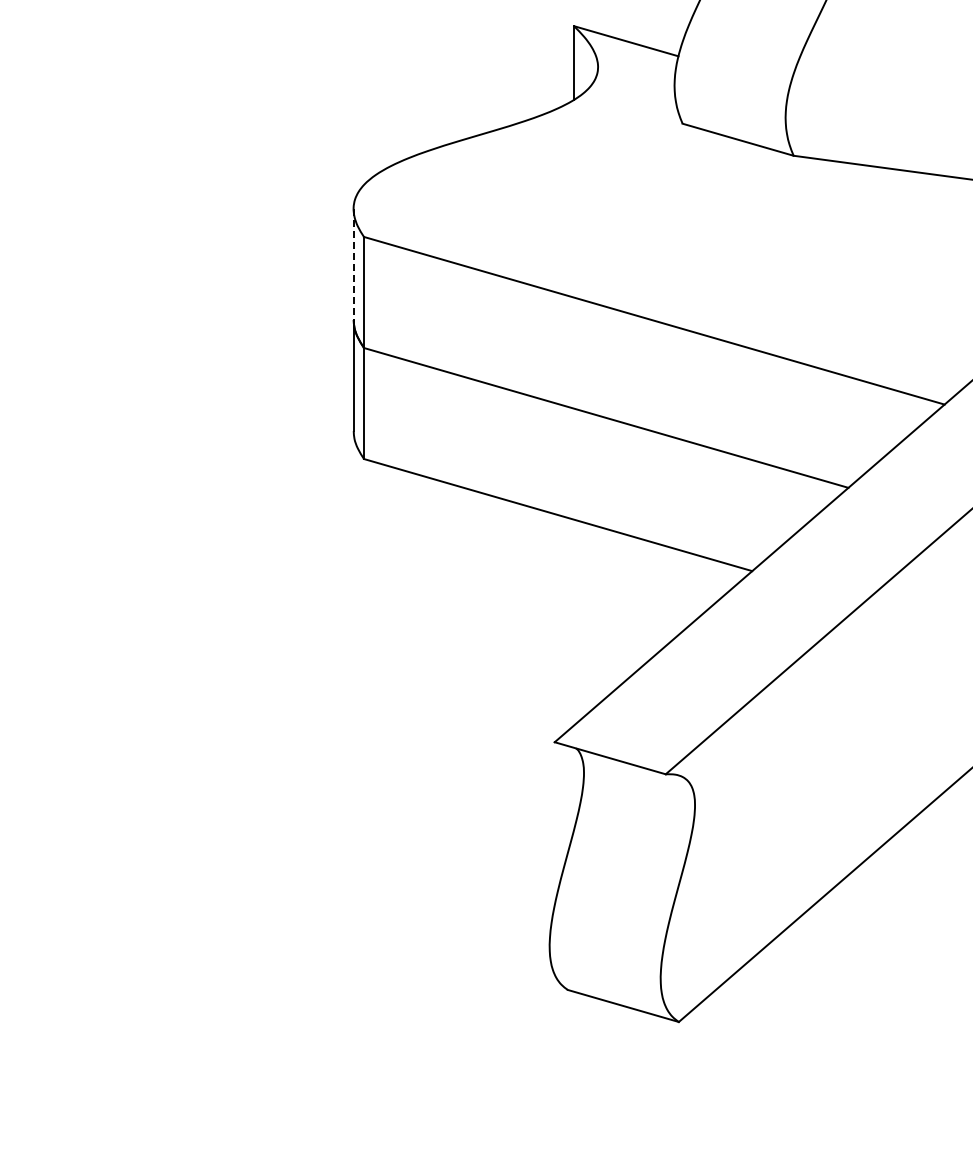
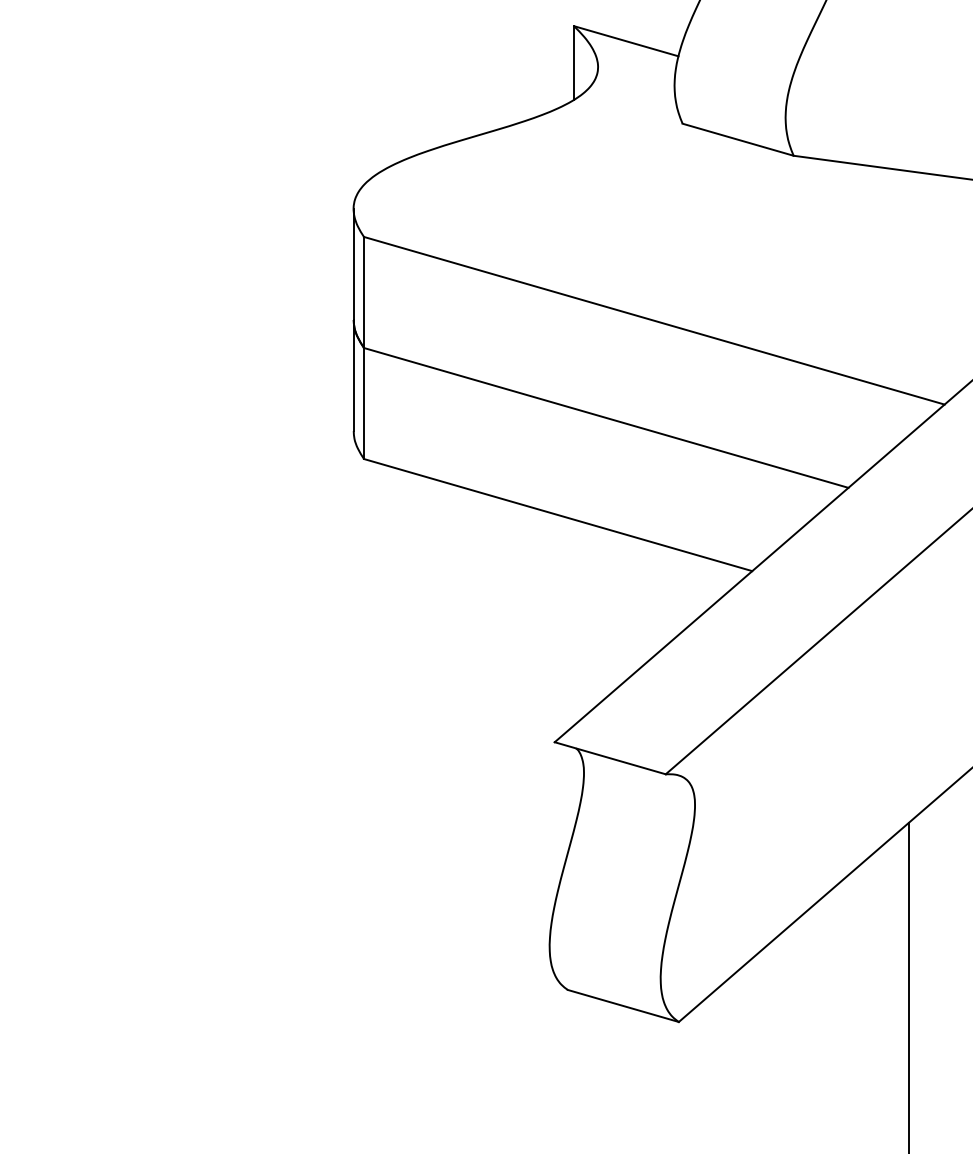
line at (353, 264): dashed -> solid
line at (909, 986): none -> present
